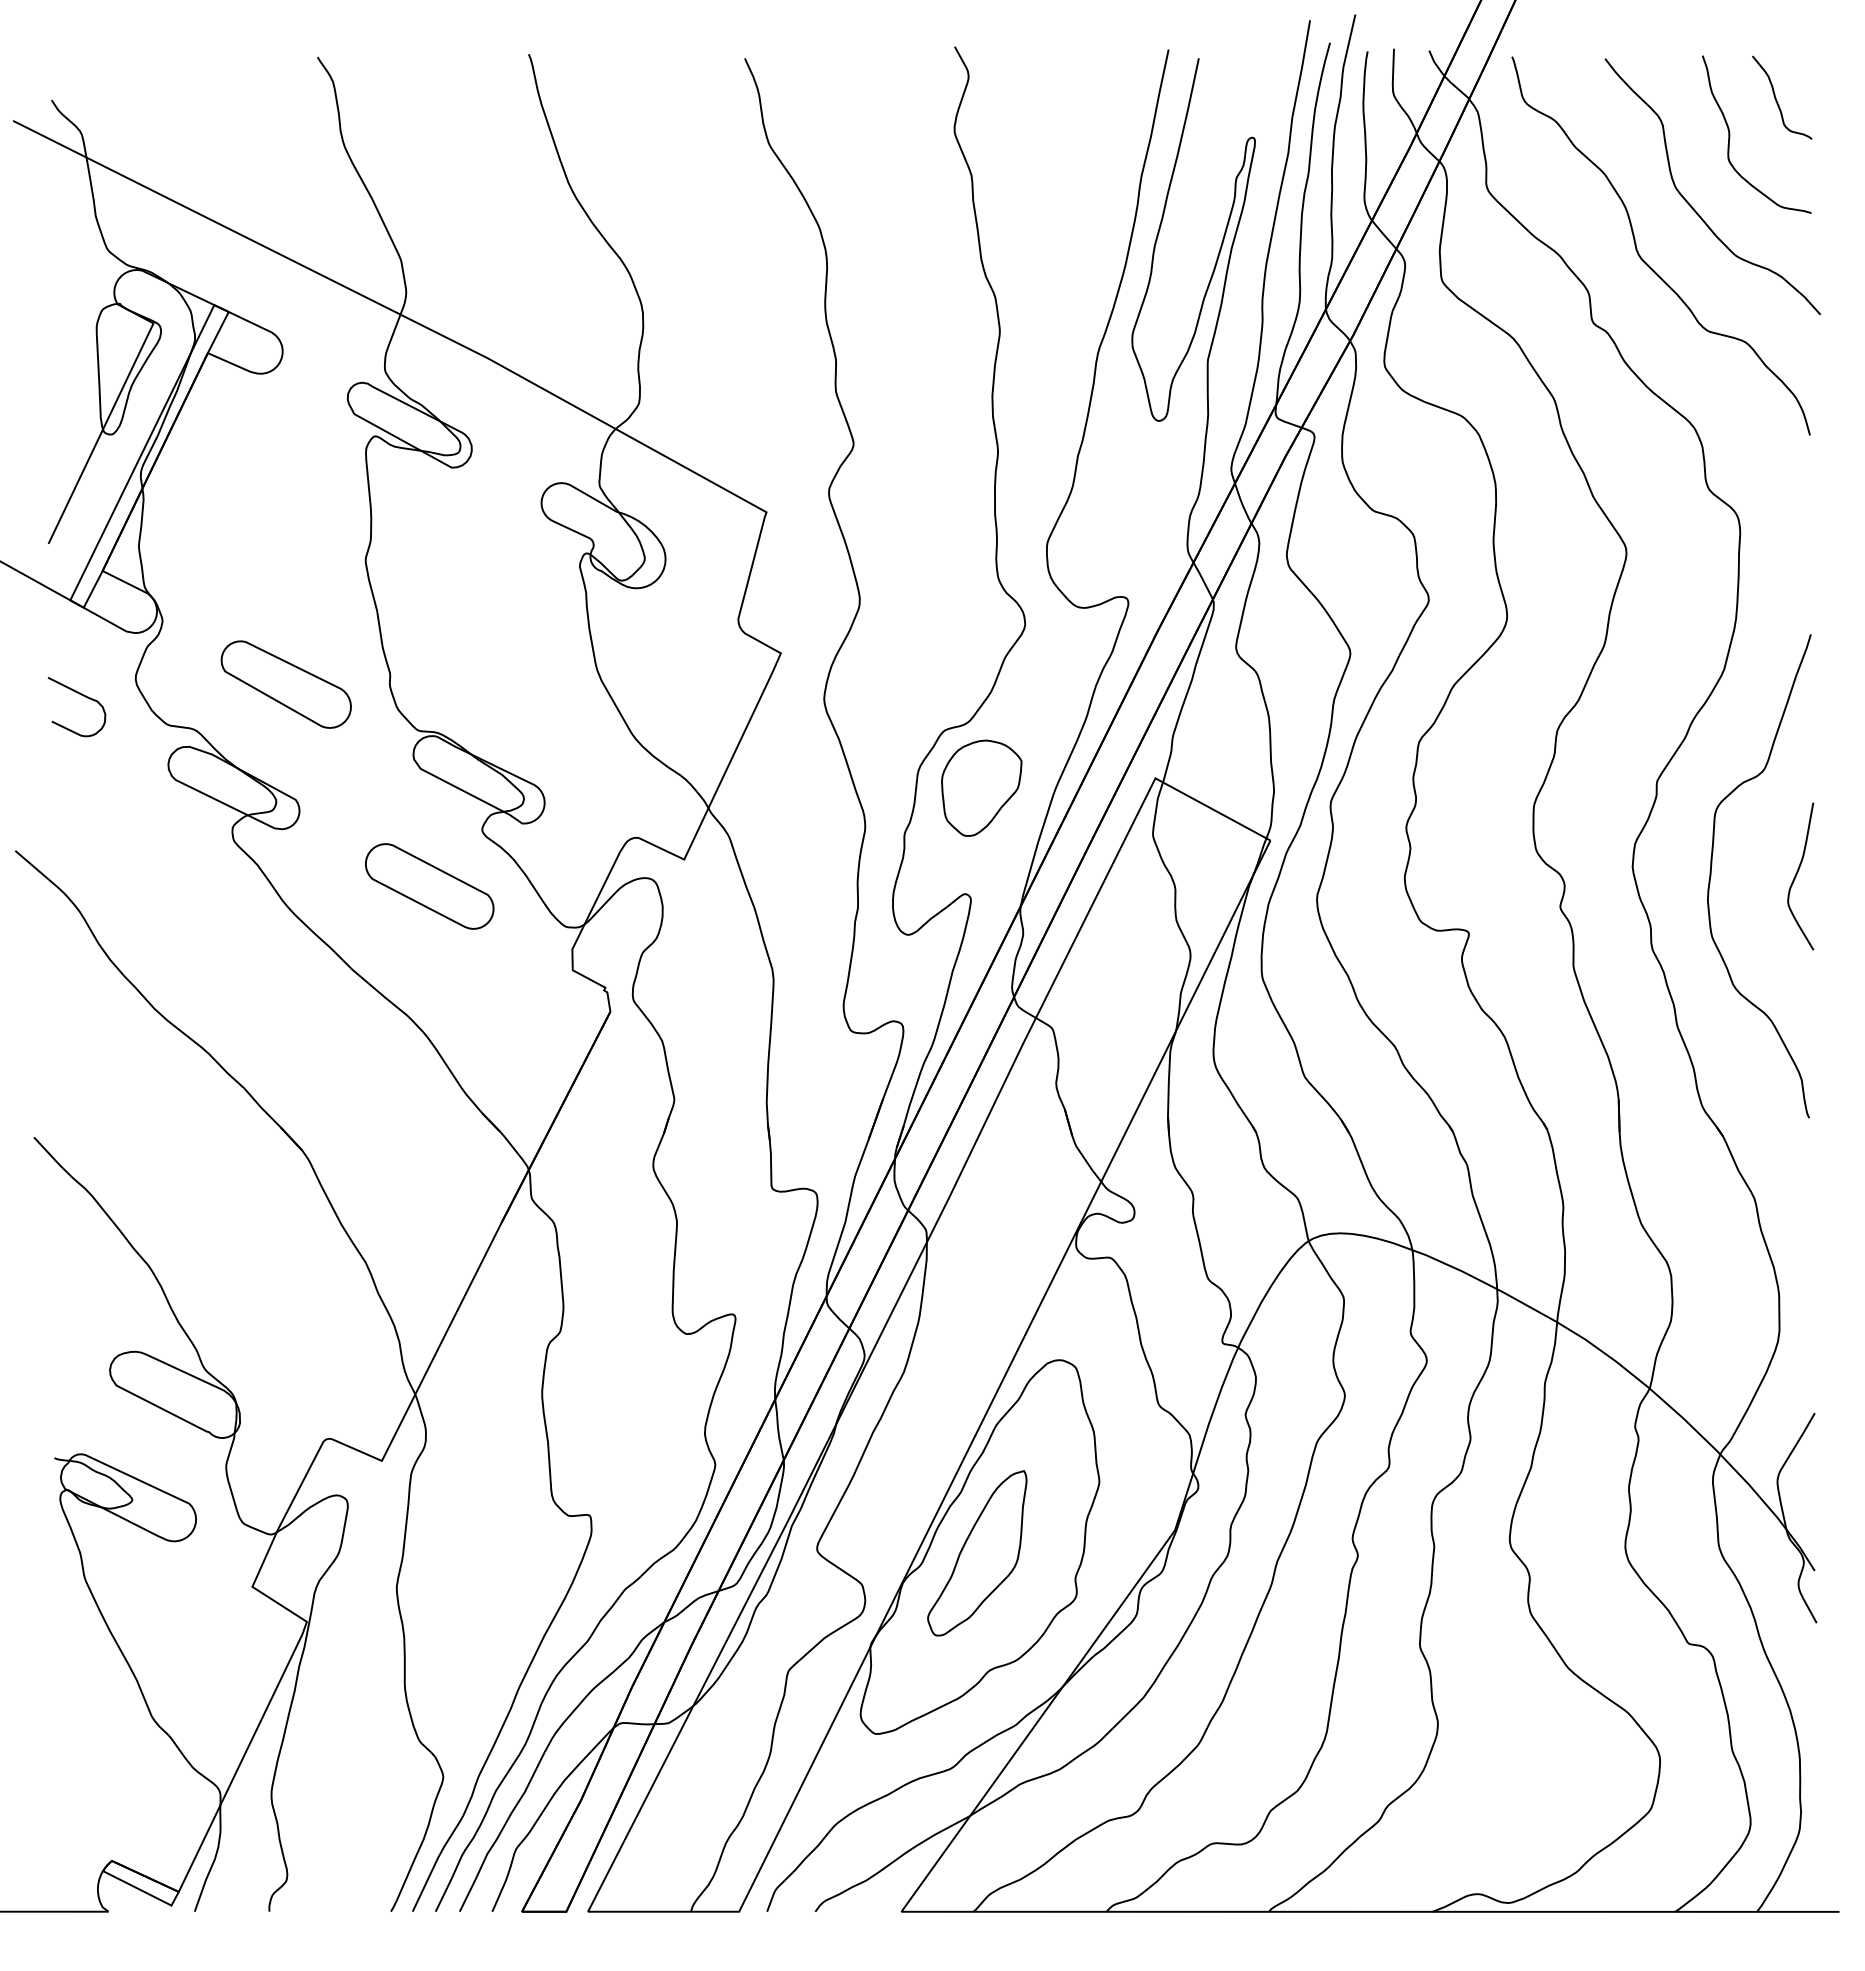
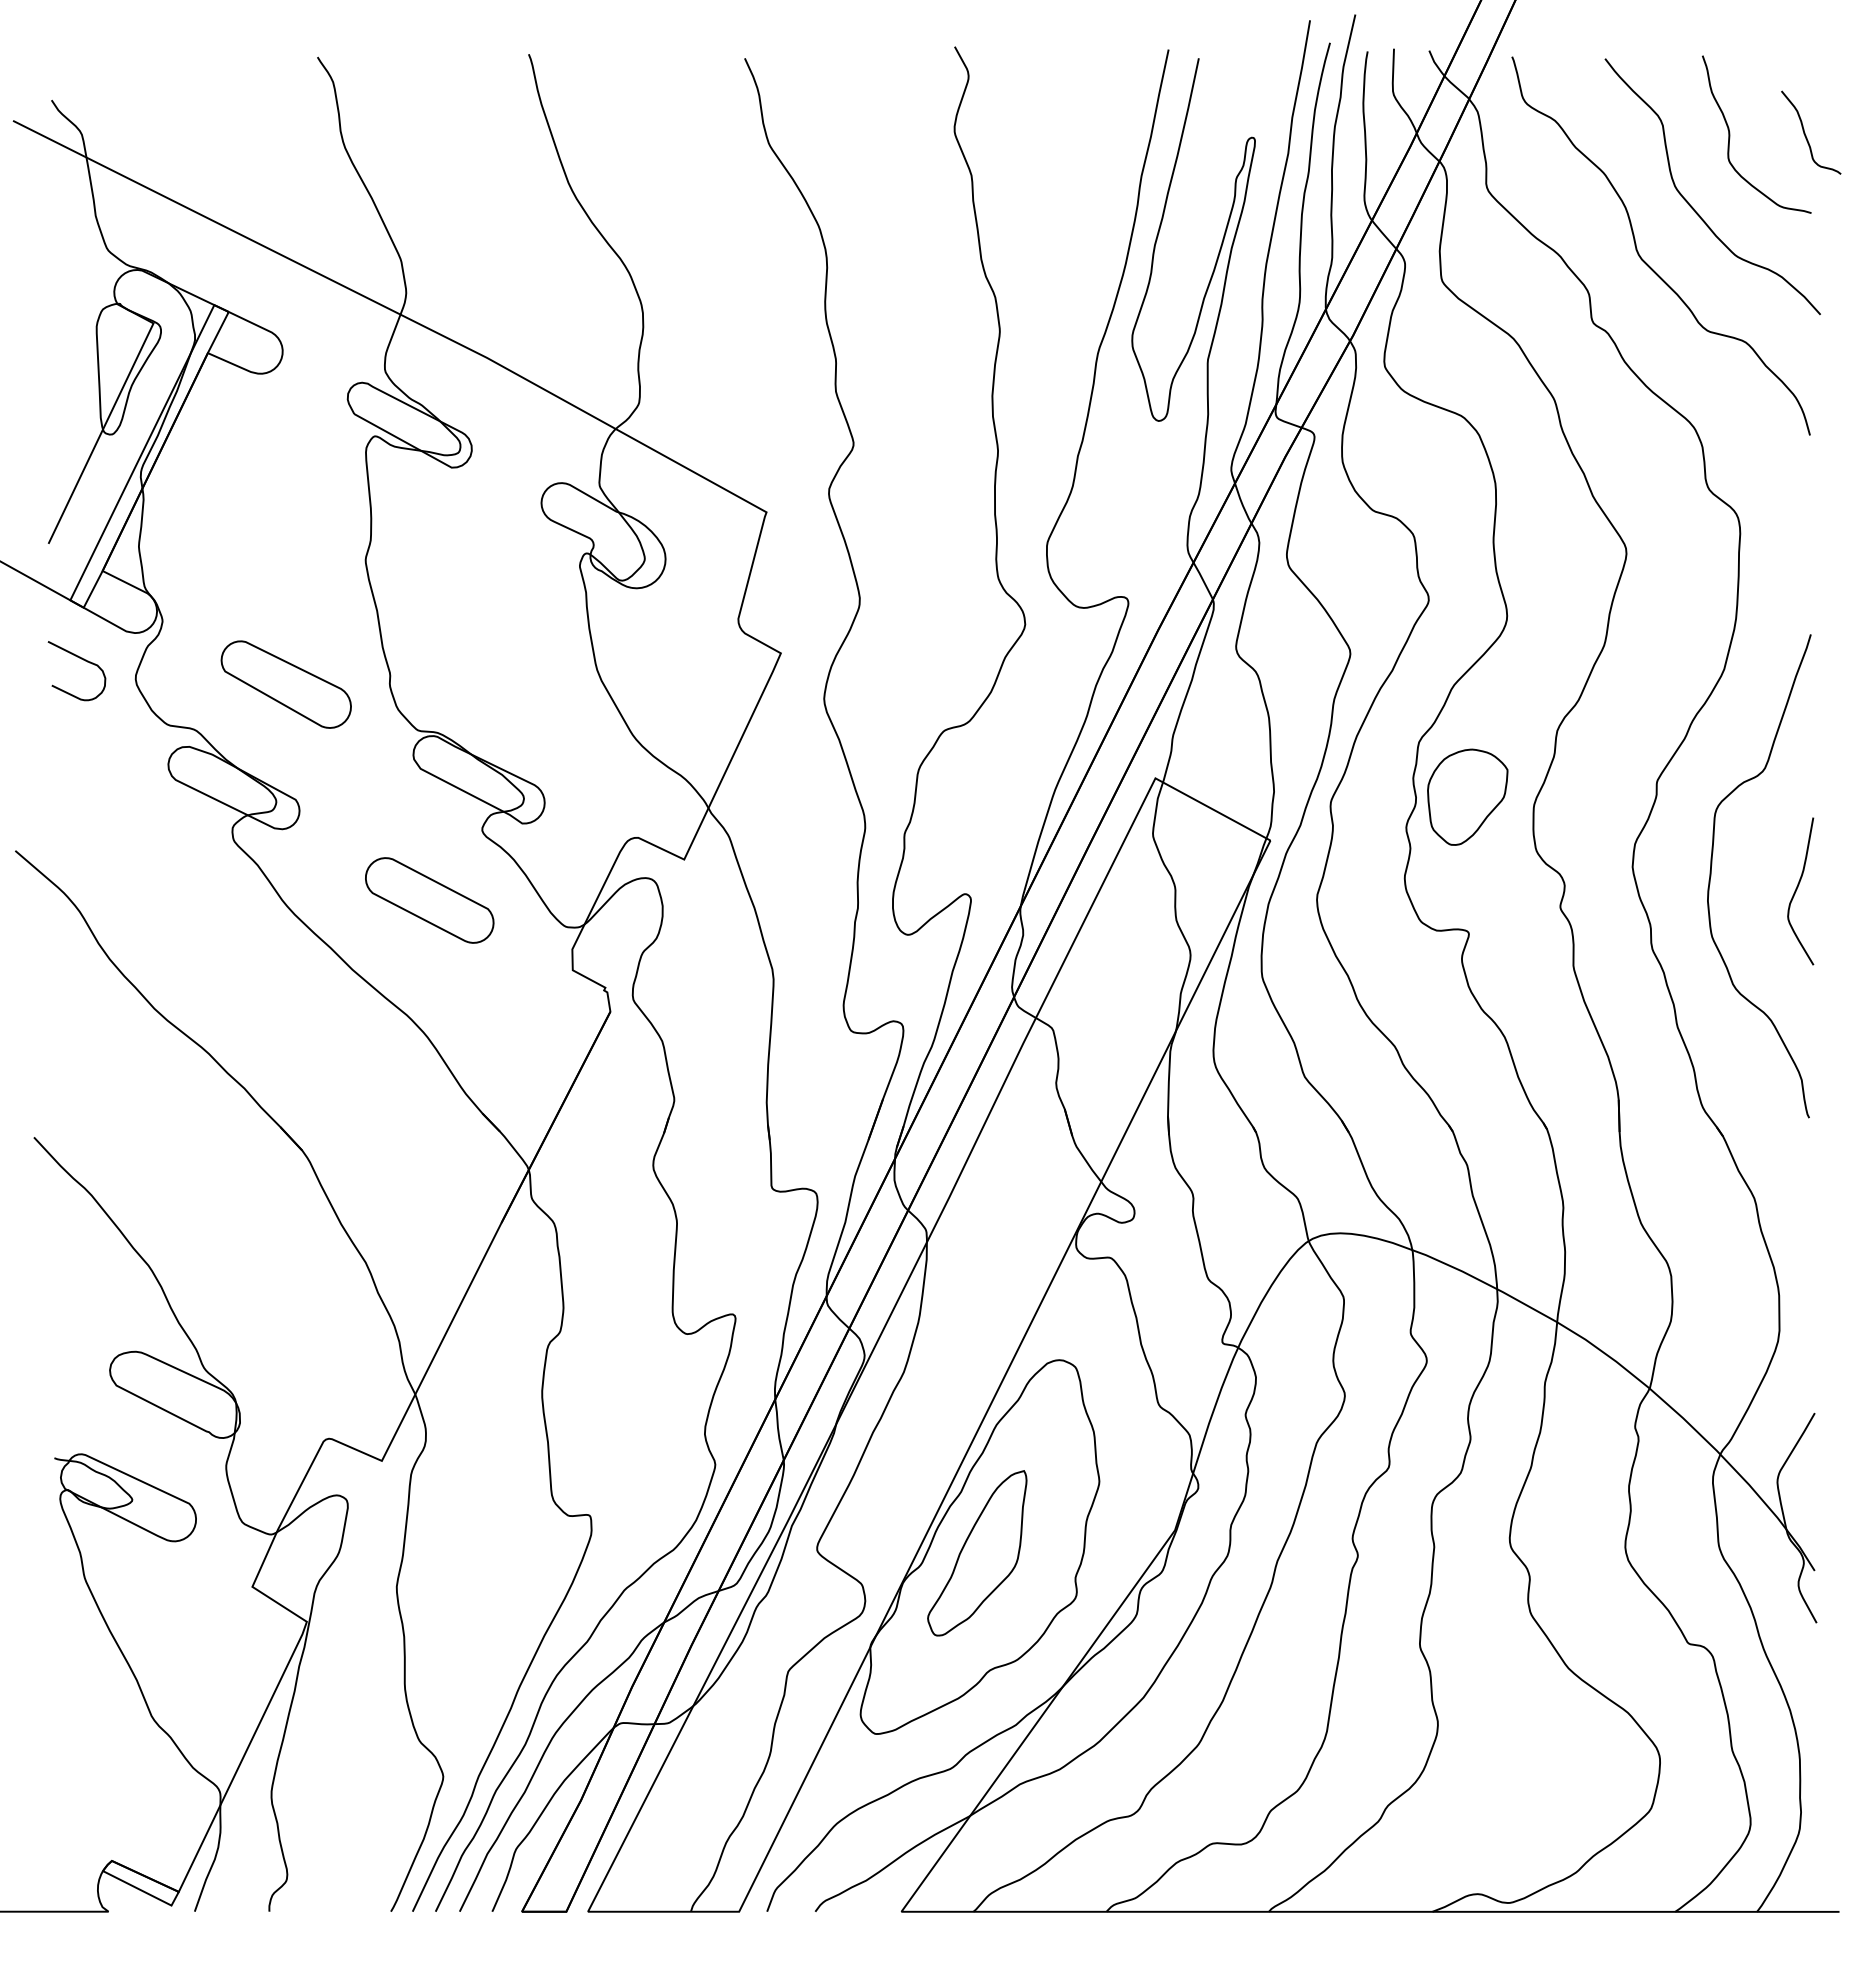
curve at (1777, 100) position: (1777, 100) -> (1806, 135)
curve at (81, 695) position: (81, 695) -> (81, 659)
part at (981, 787) position: (981, 787) -> (1467, 796)
curve at (1797, 874) position: (1797, 874) -> (1797, 889)
part at (429, 886) position: (429, 886) -> (429, 900)
